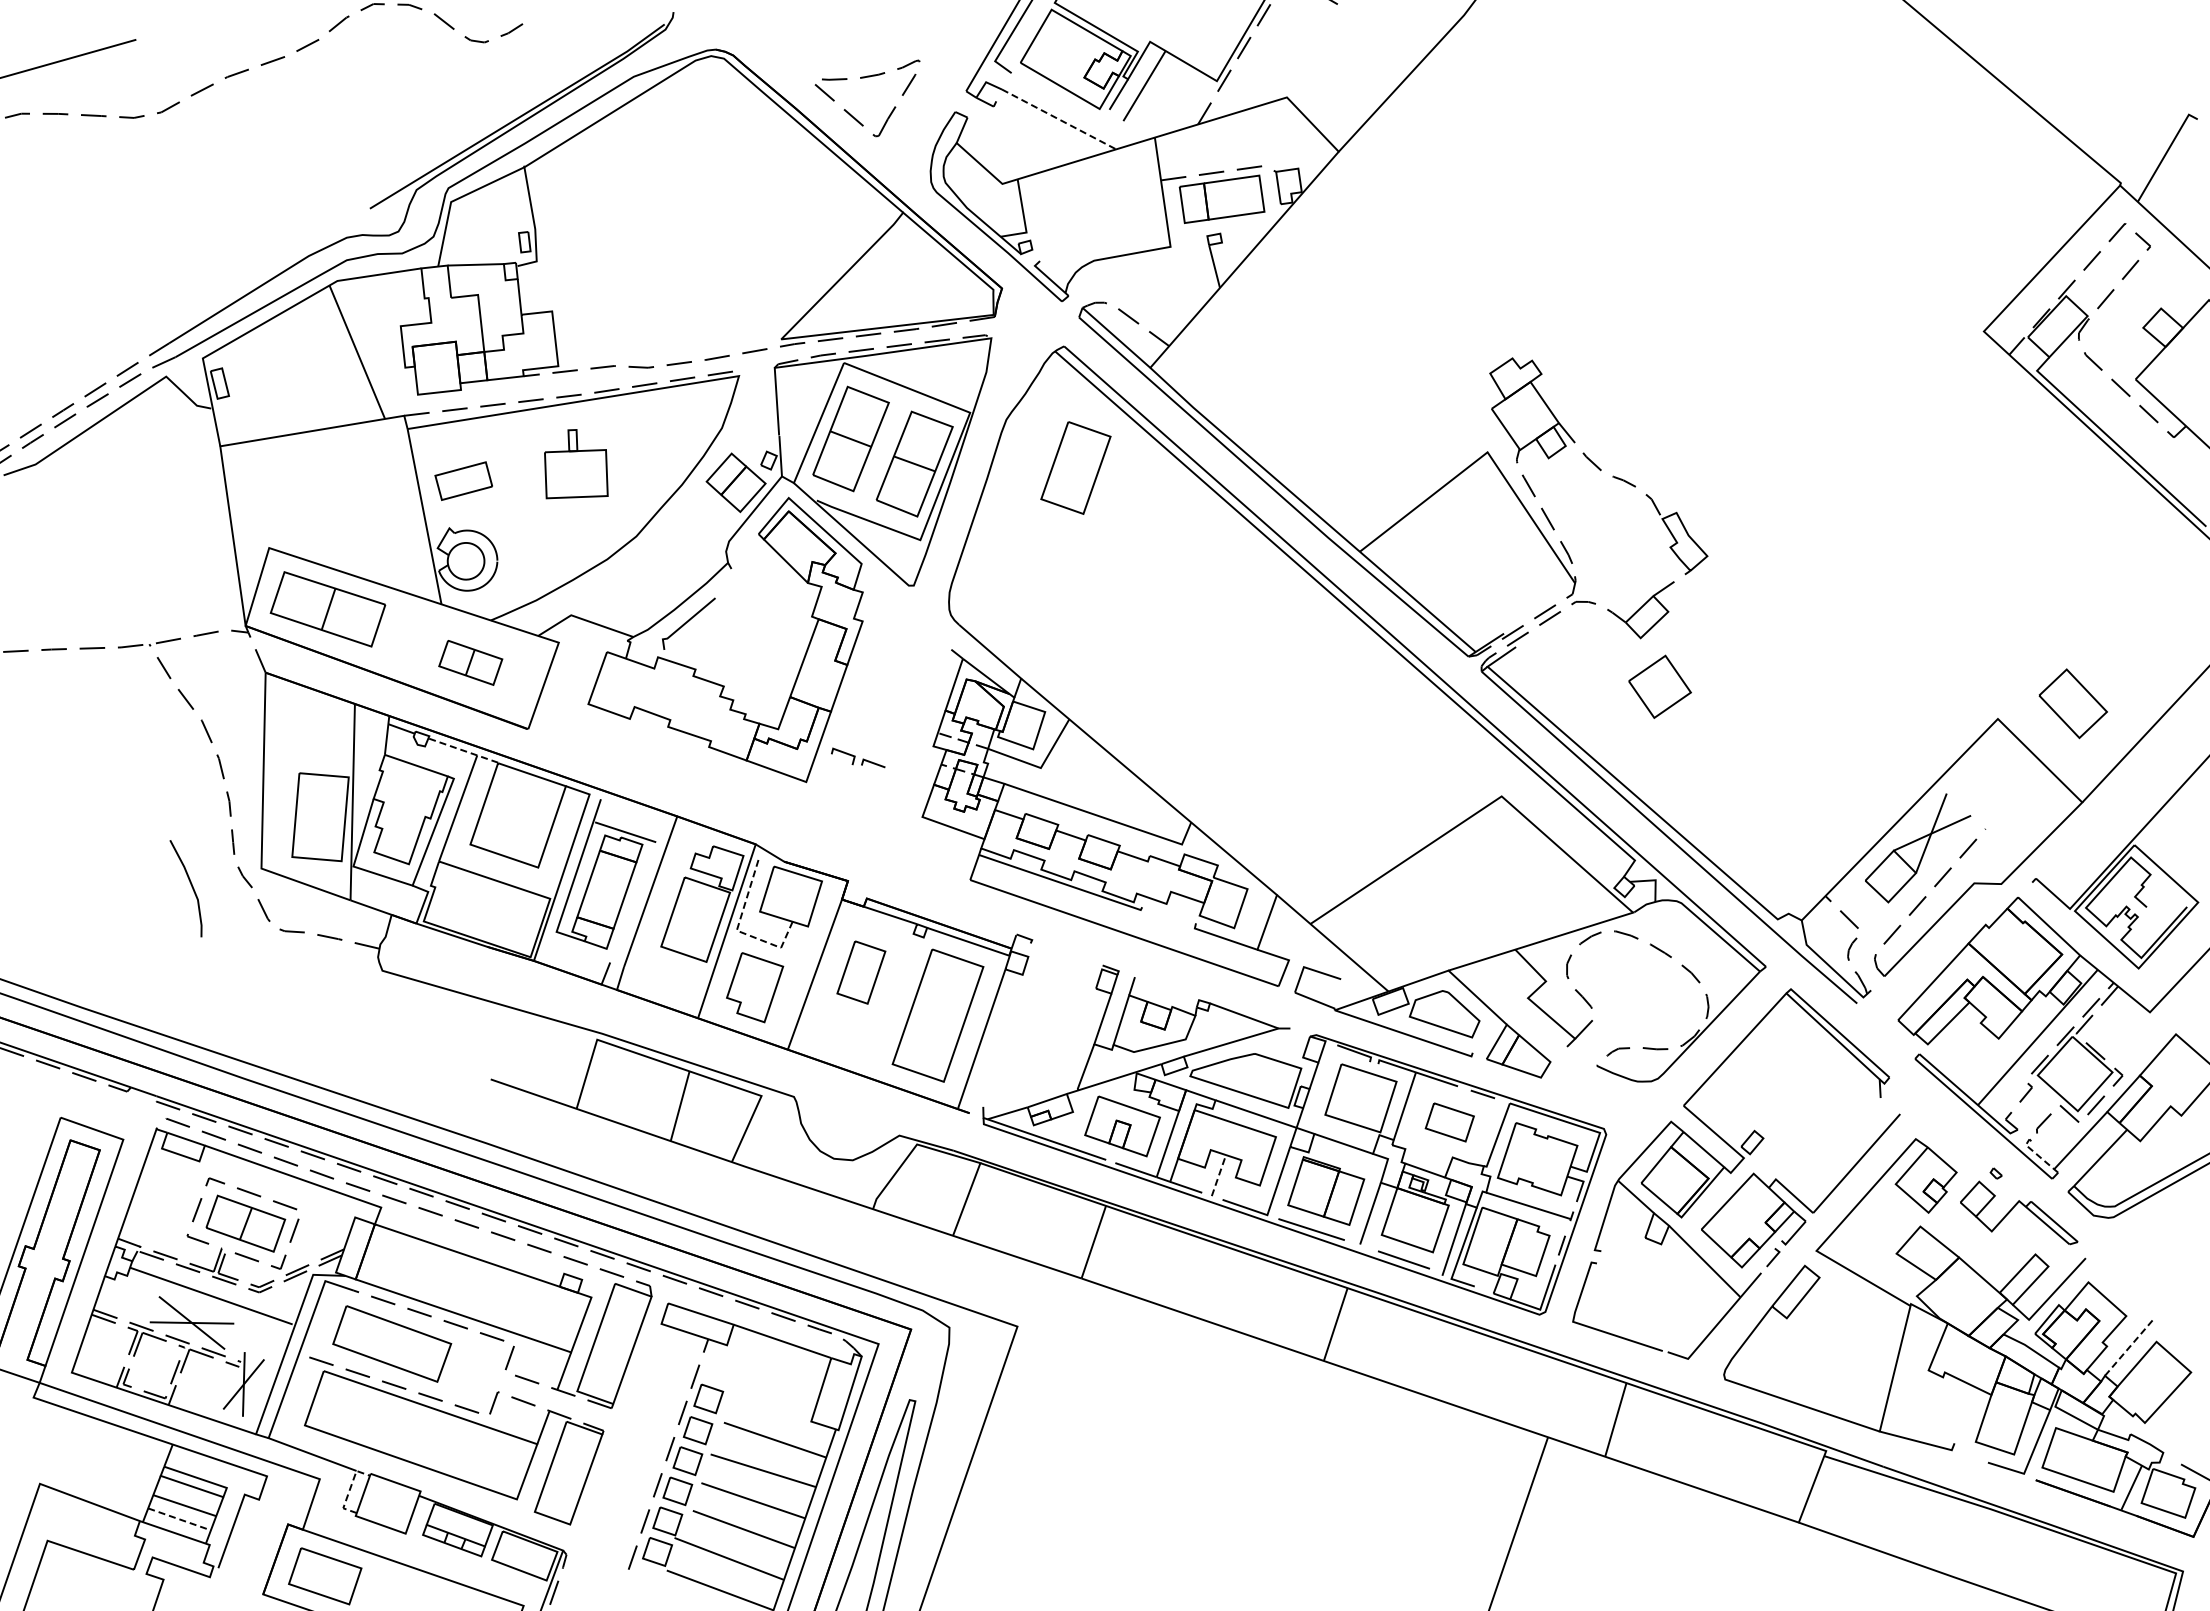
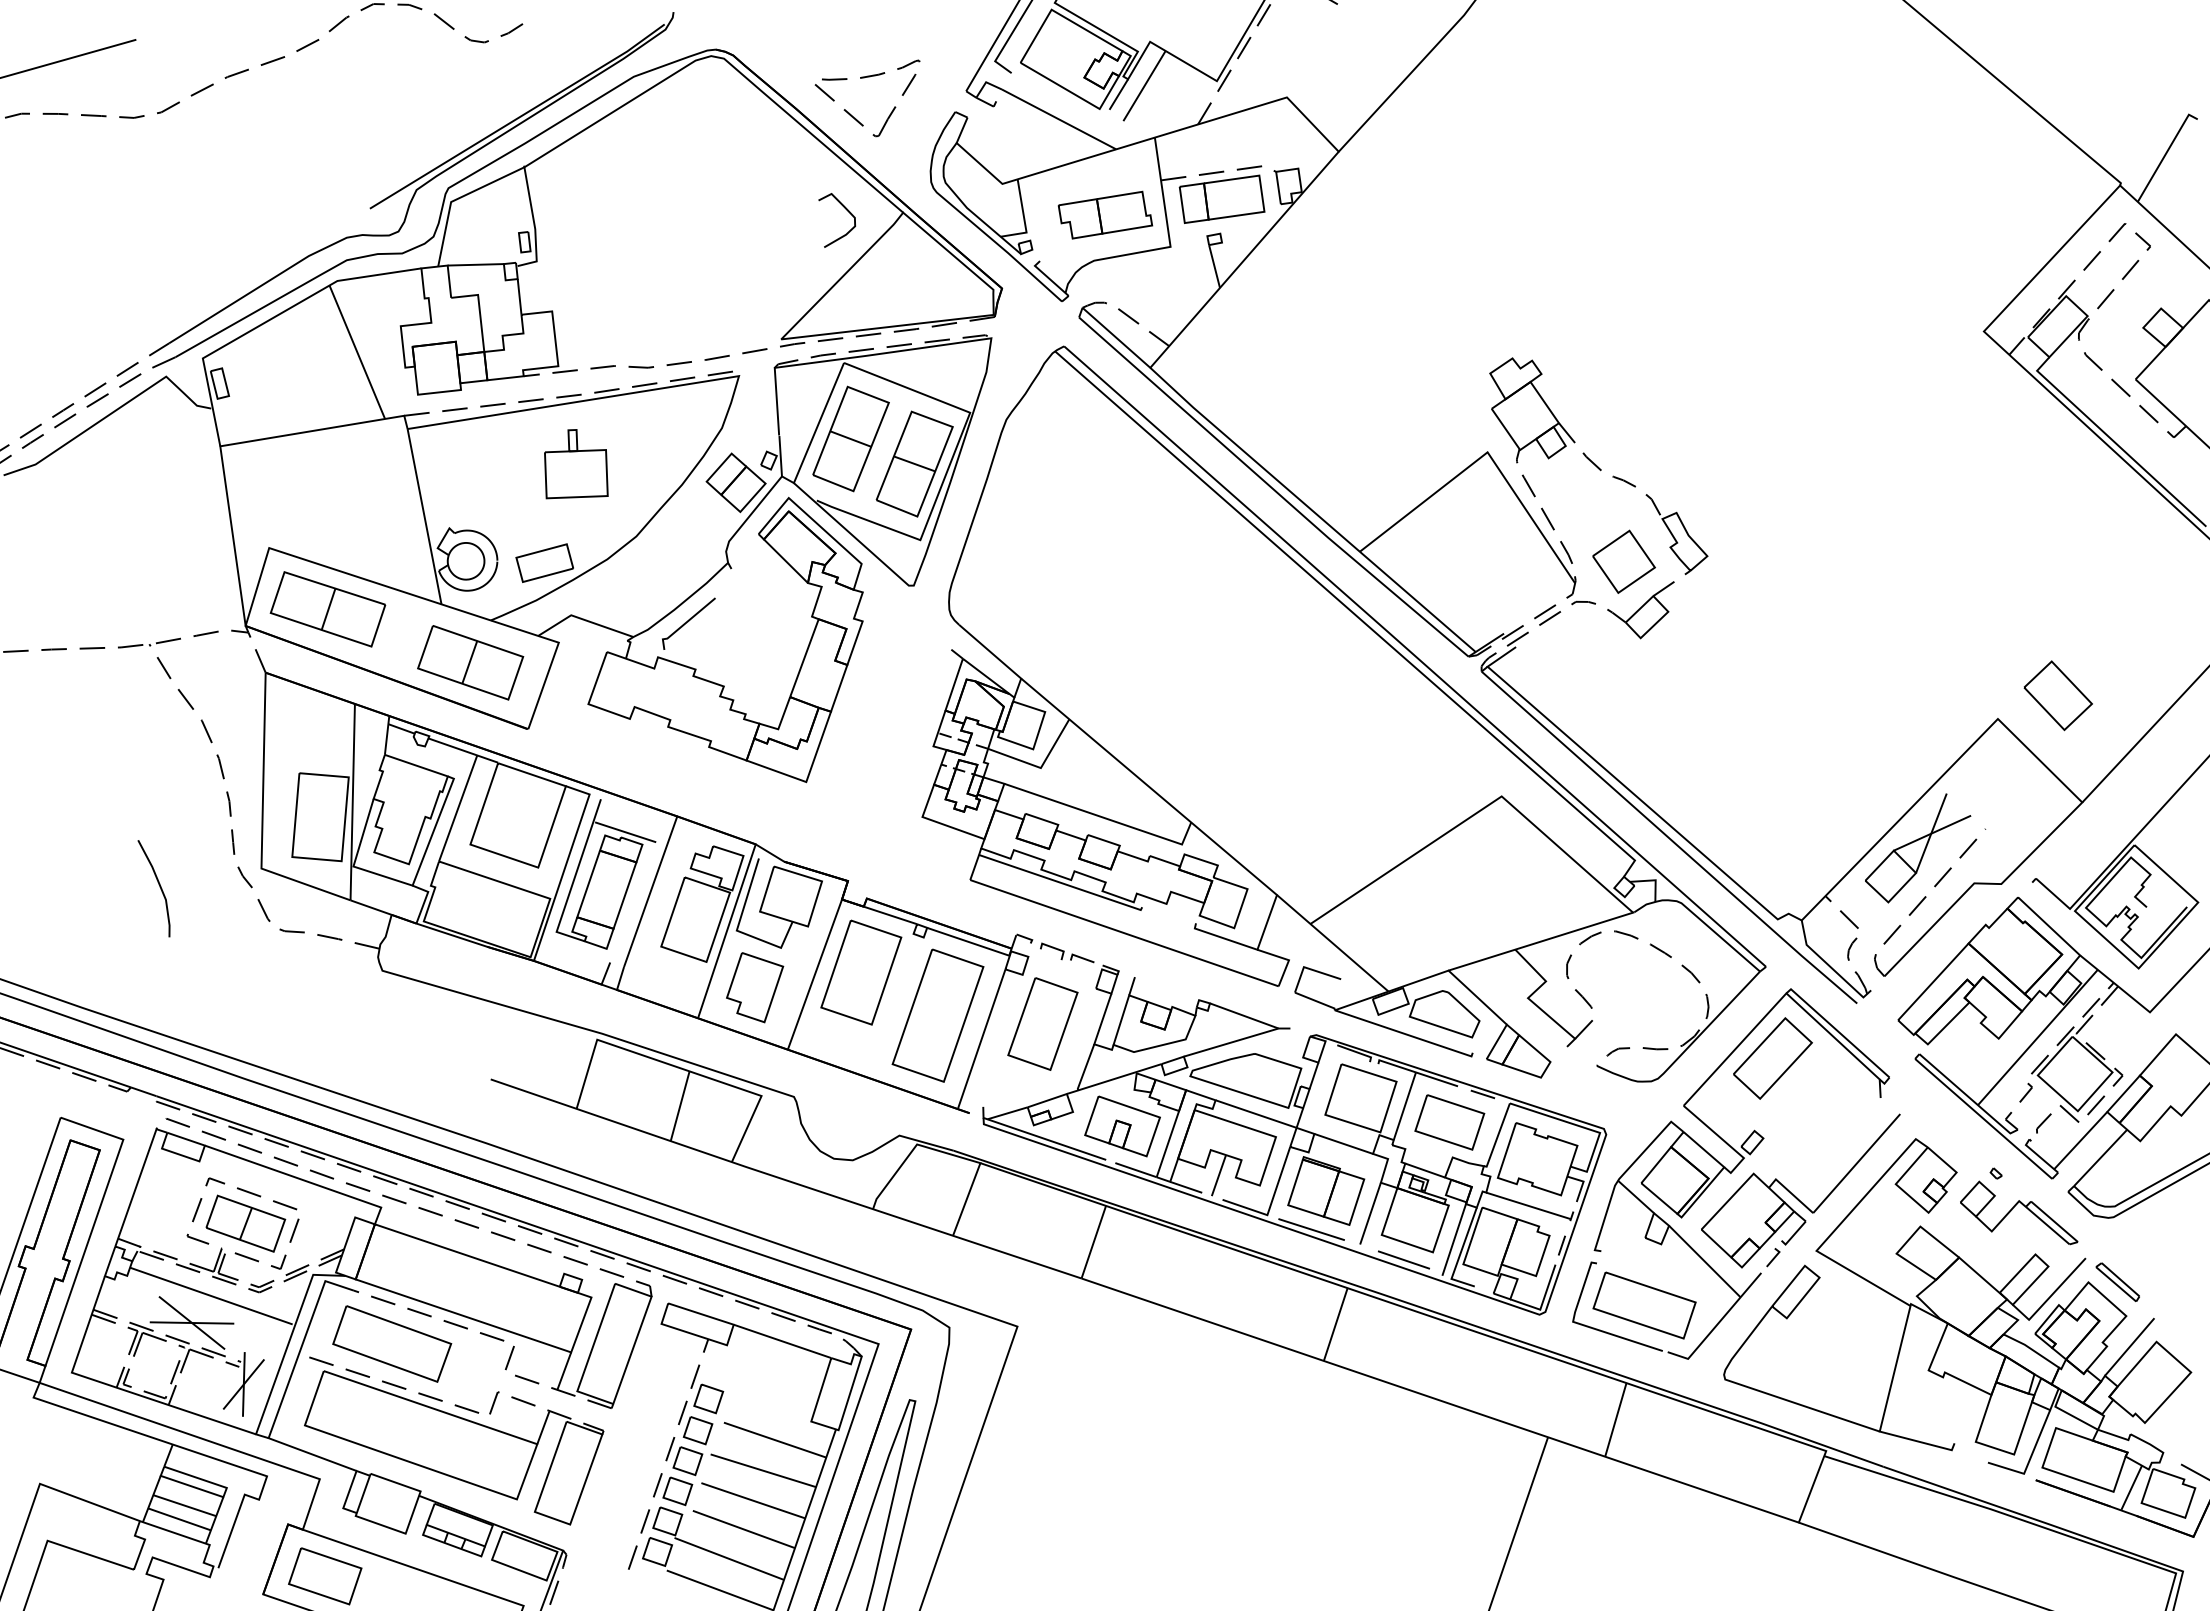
line at (1059, 119): dashed -> solid
curve at (846, 210): none -> present
part at (1105, 214): none -> present
part at (1075, 467) position: (1075, 467) -> (1042, 1023)
part at (463, 480) position: (463, 480) -> (544, 562)
part at (470, 662) size: 66x46 px -> 108x76 px
part at (1659, 686) position: (1659, 686) -> (1623, 561)
part at (2072, 703) position: (2072, 703) -> (2057, 695)
line at (463, 750): dashed -> solid
part at (858, 757) position: (858, 757) -> (1067, 952)
line at (191, 887) position: (191, 887) -> (159, 887)
line at (736, 930): dashed -> solid
part at (861, 972) size: 51x65 px -> 83x107 px
part at (1772, 1058): none -> present
part at (1449, 1122) size: 51x41 px -> 72x57 px
line at (2038, 1156): dashed -> solid
line at (1218, 1175): dashed -> solid
part at (2117, 1281): none -> present
part at (1644, 1305): none -> present
line at (2129, 1347): dashed -> solid
line at (349, 1489): dashed -> solid
line at (180, 1519): dashed -> solid
